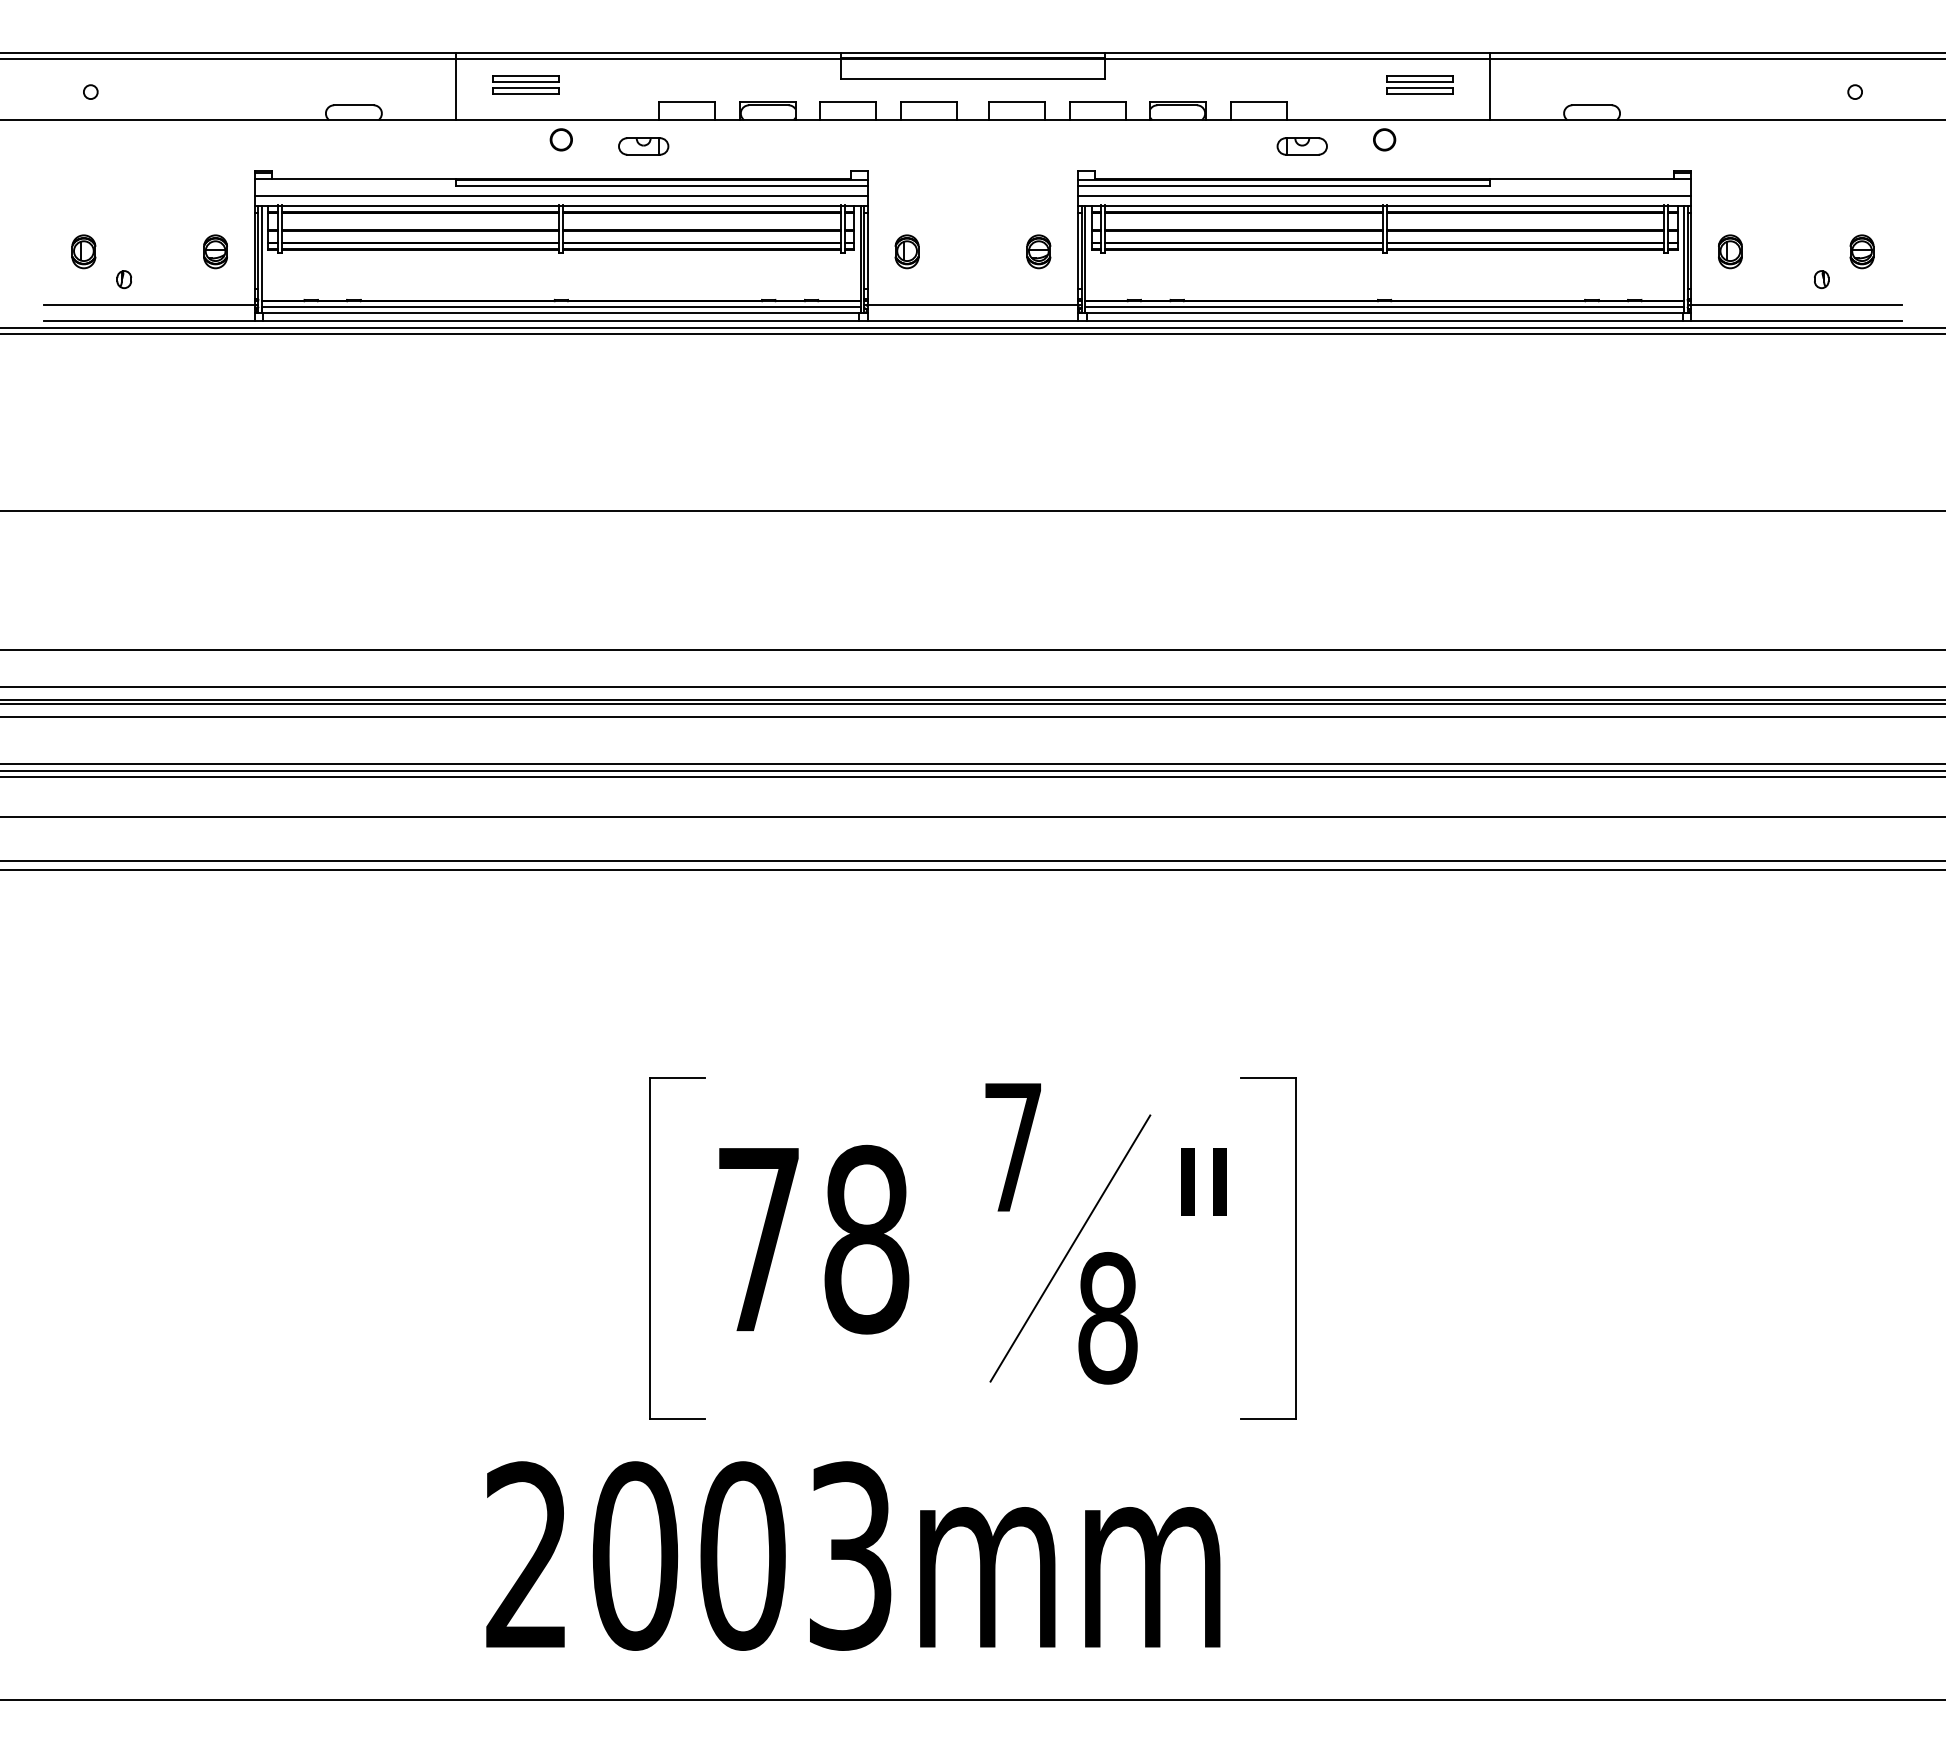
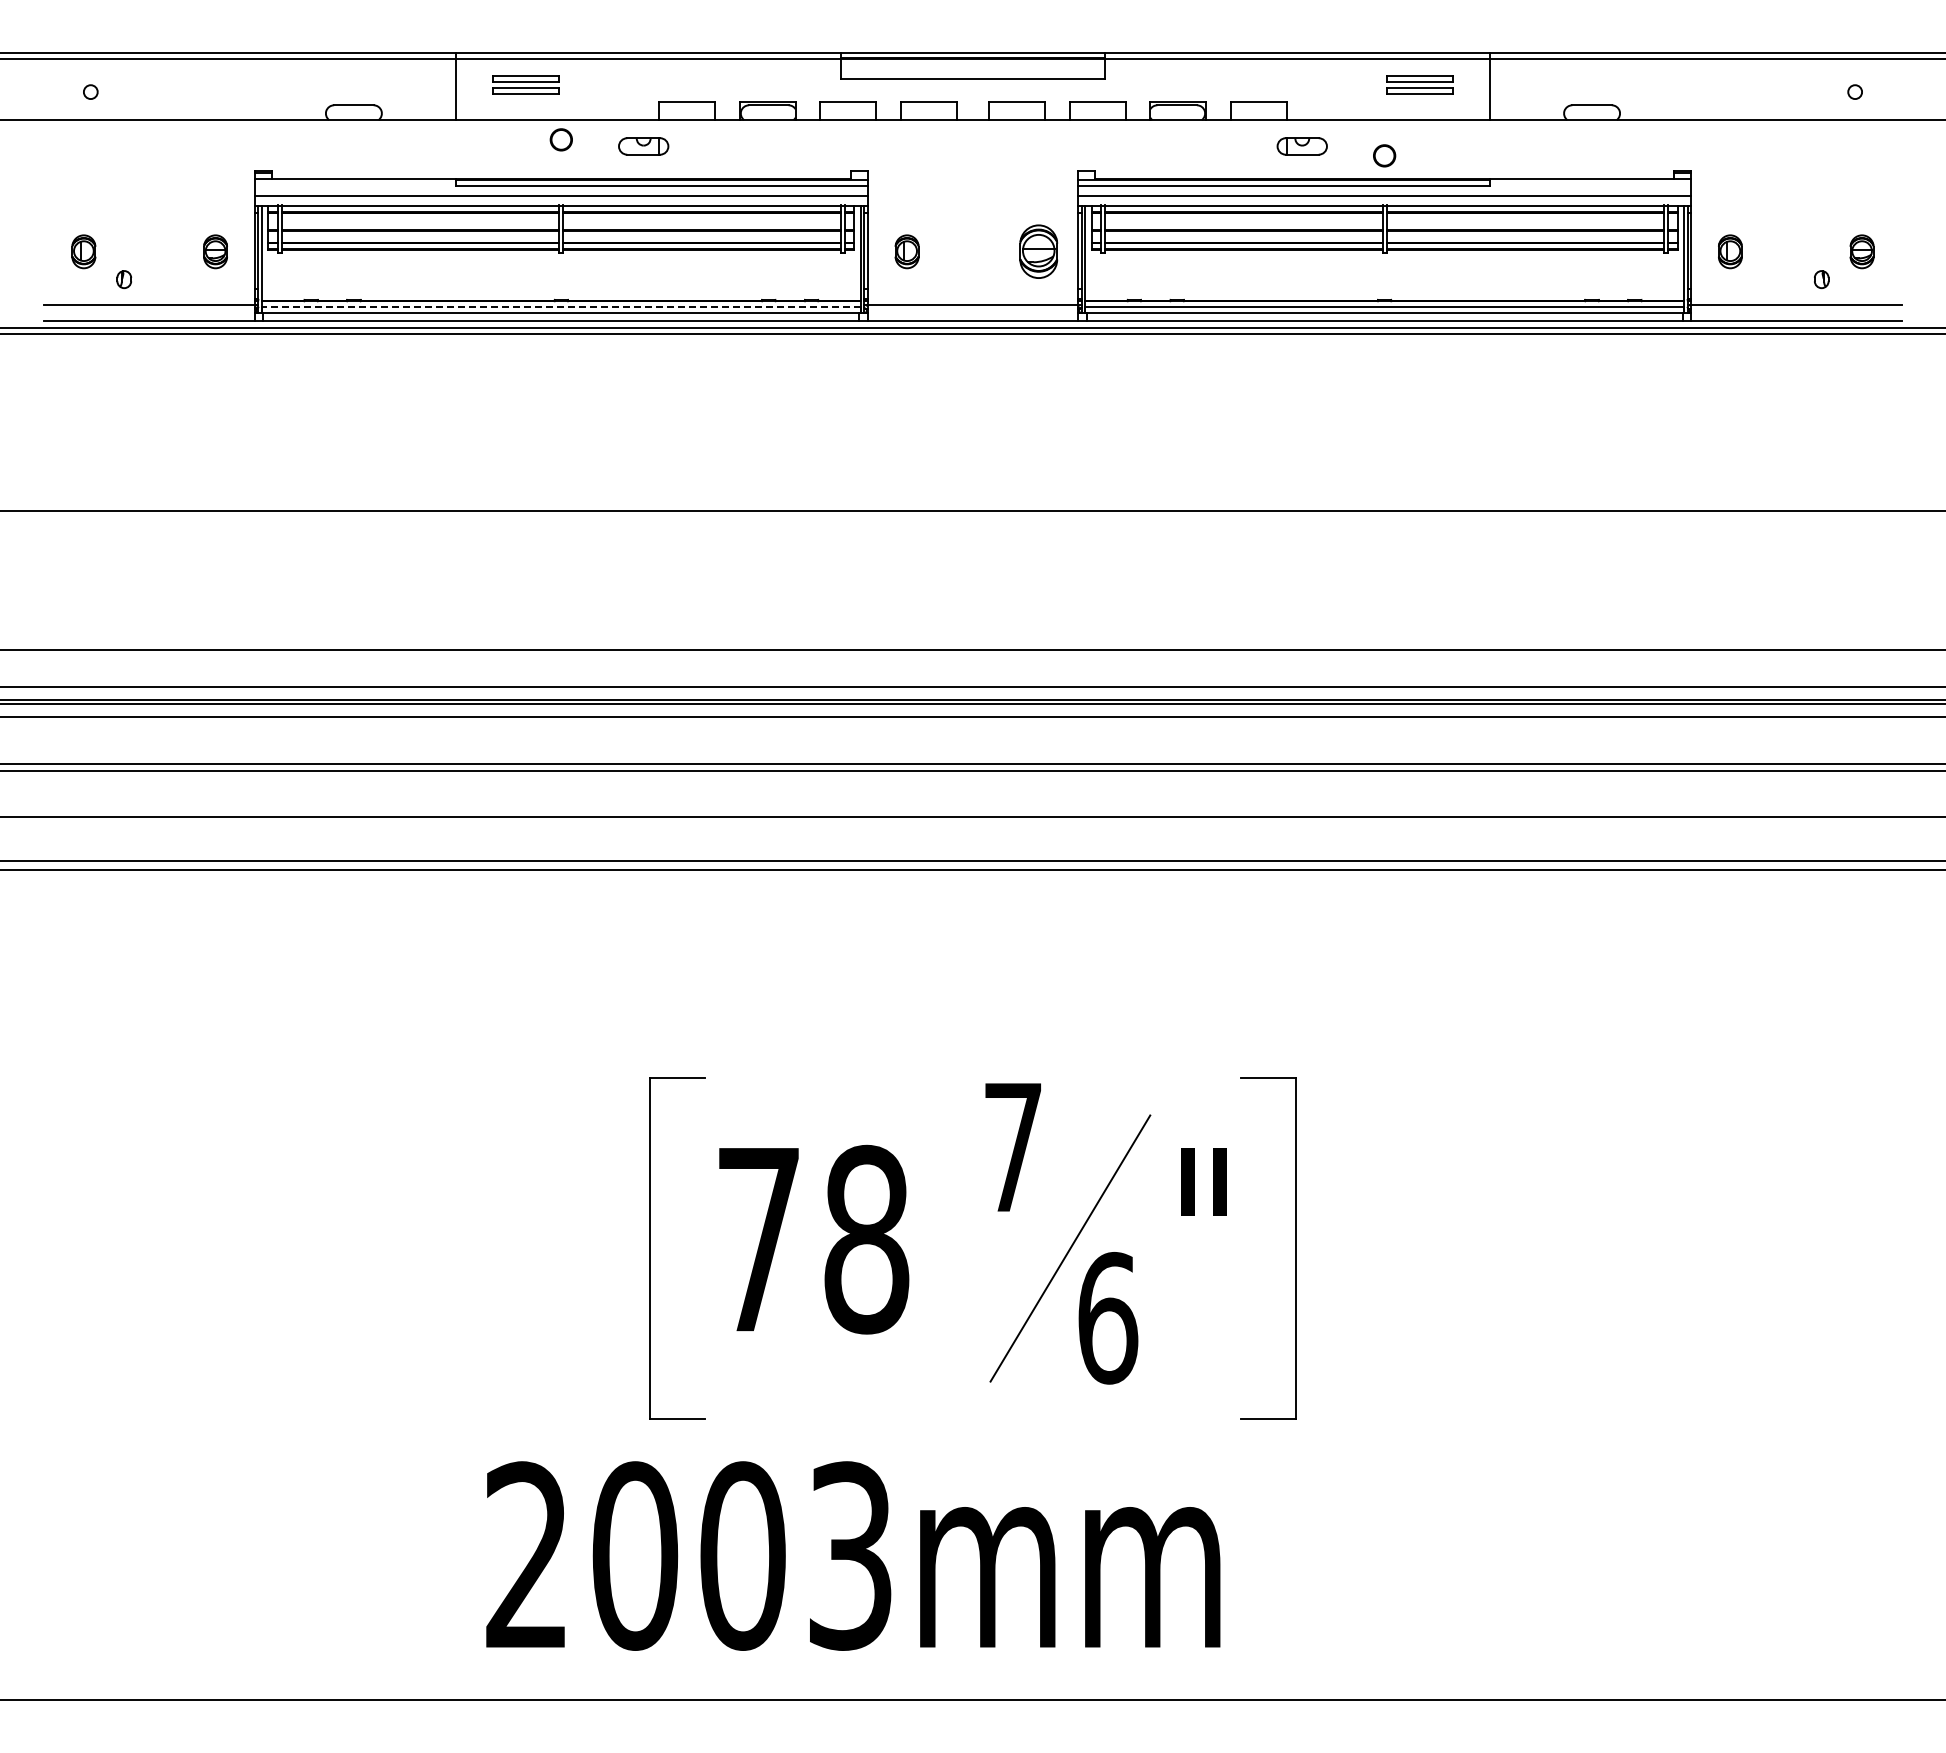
circle at (1384, 139) position: (1384, 139) -> (1384, 155)
part at (1038, 251) size: 26x36 px -> 40x55 px
line at (561, 307): solid -> dashed
line at (972, 777): present -> none
text at (1108, 1318): 8 -> 6
